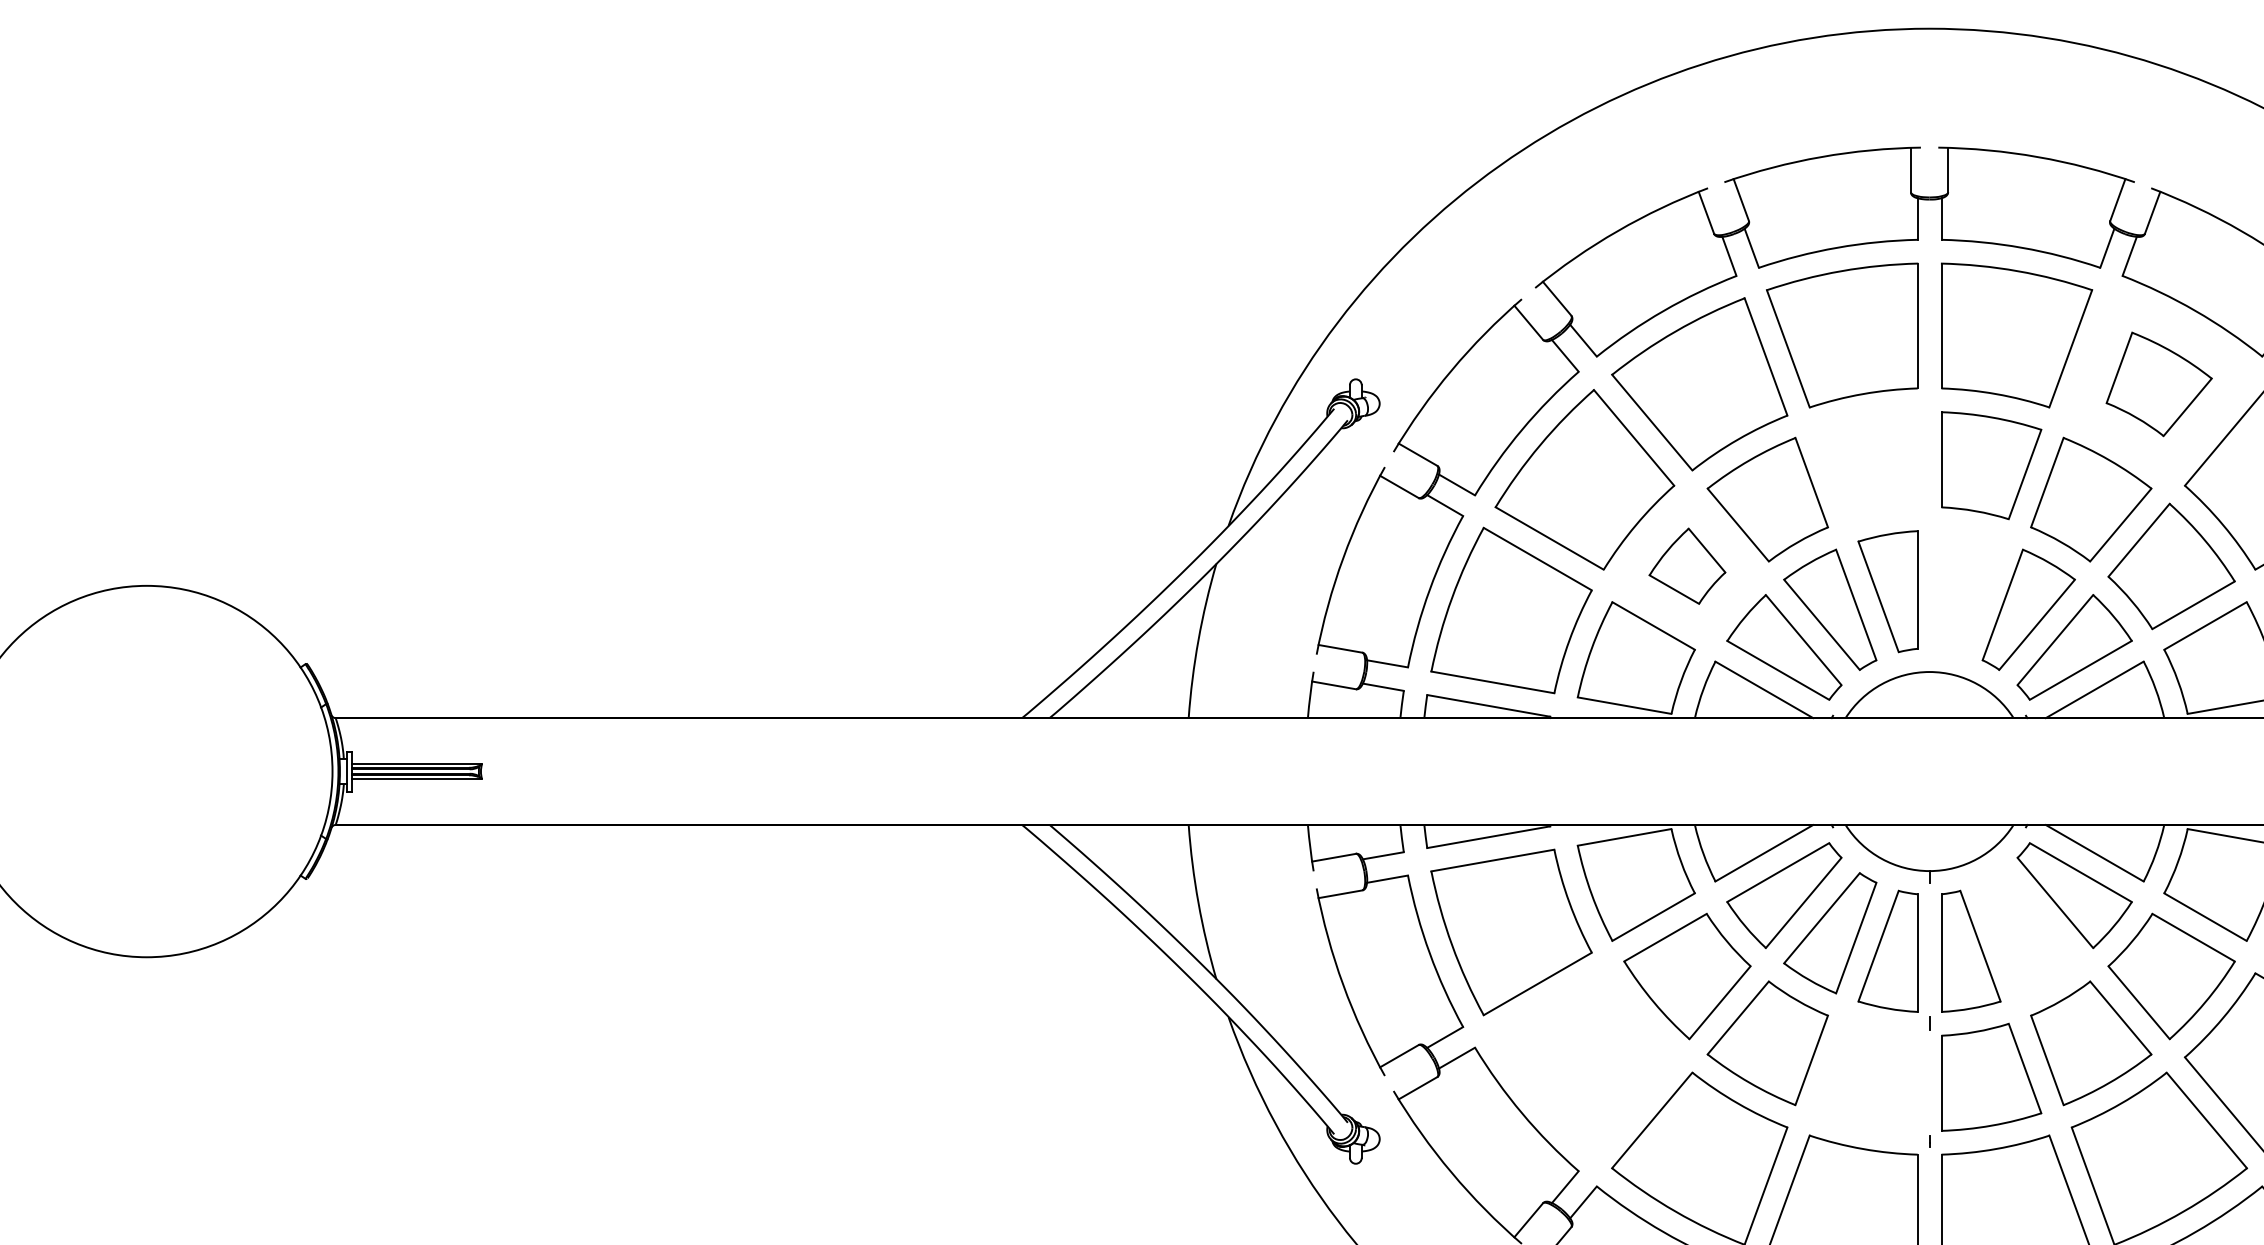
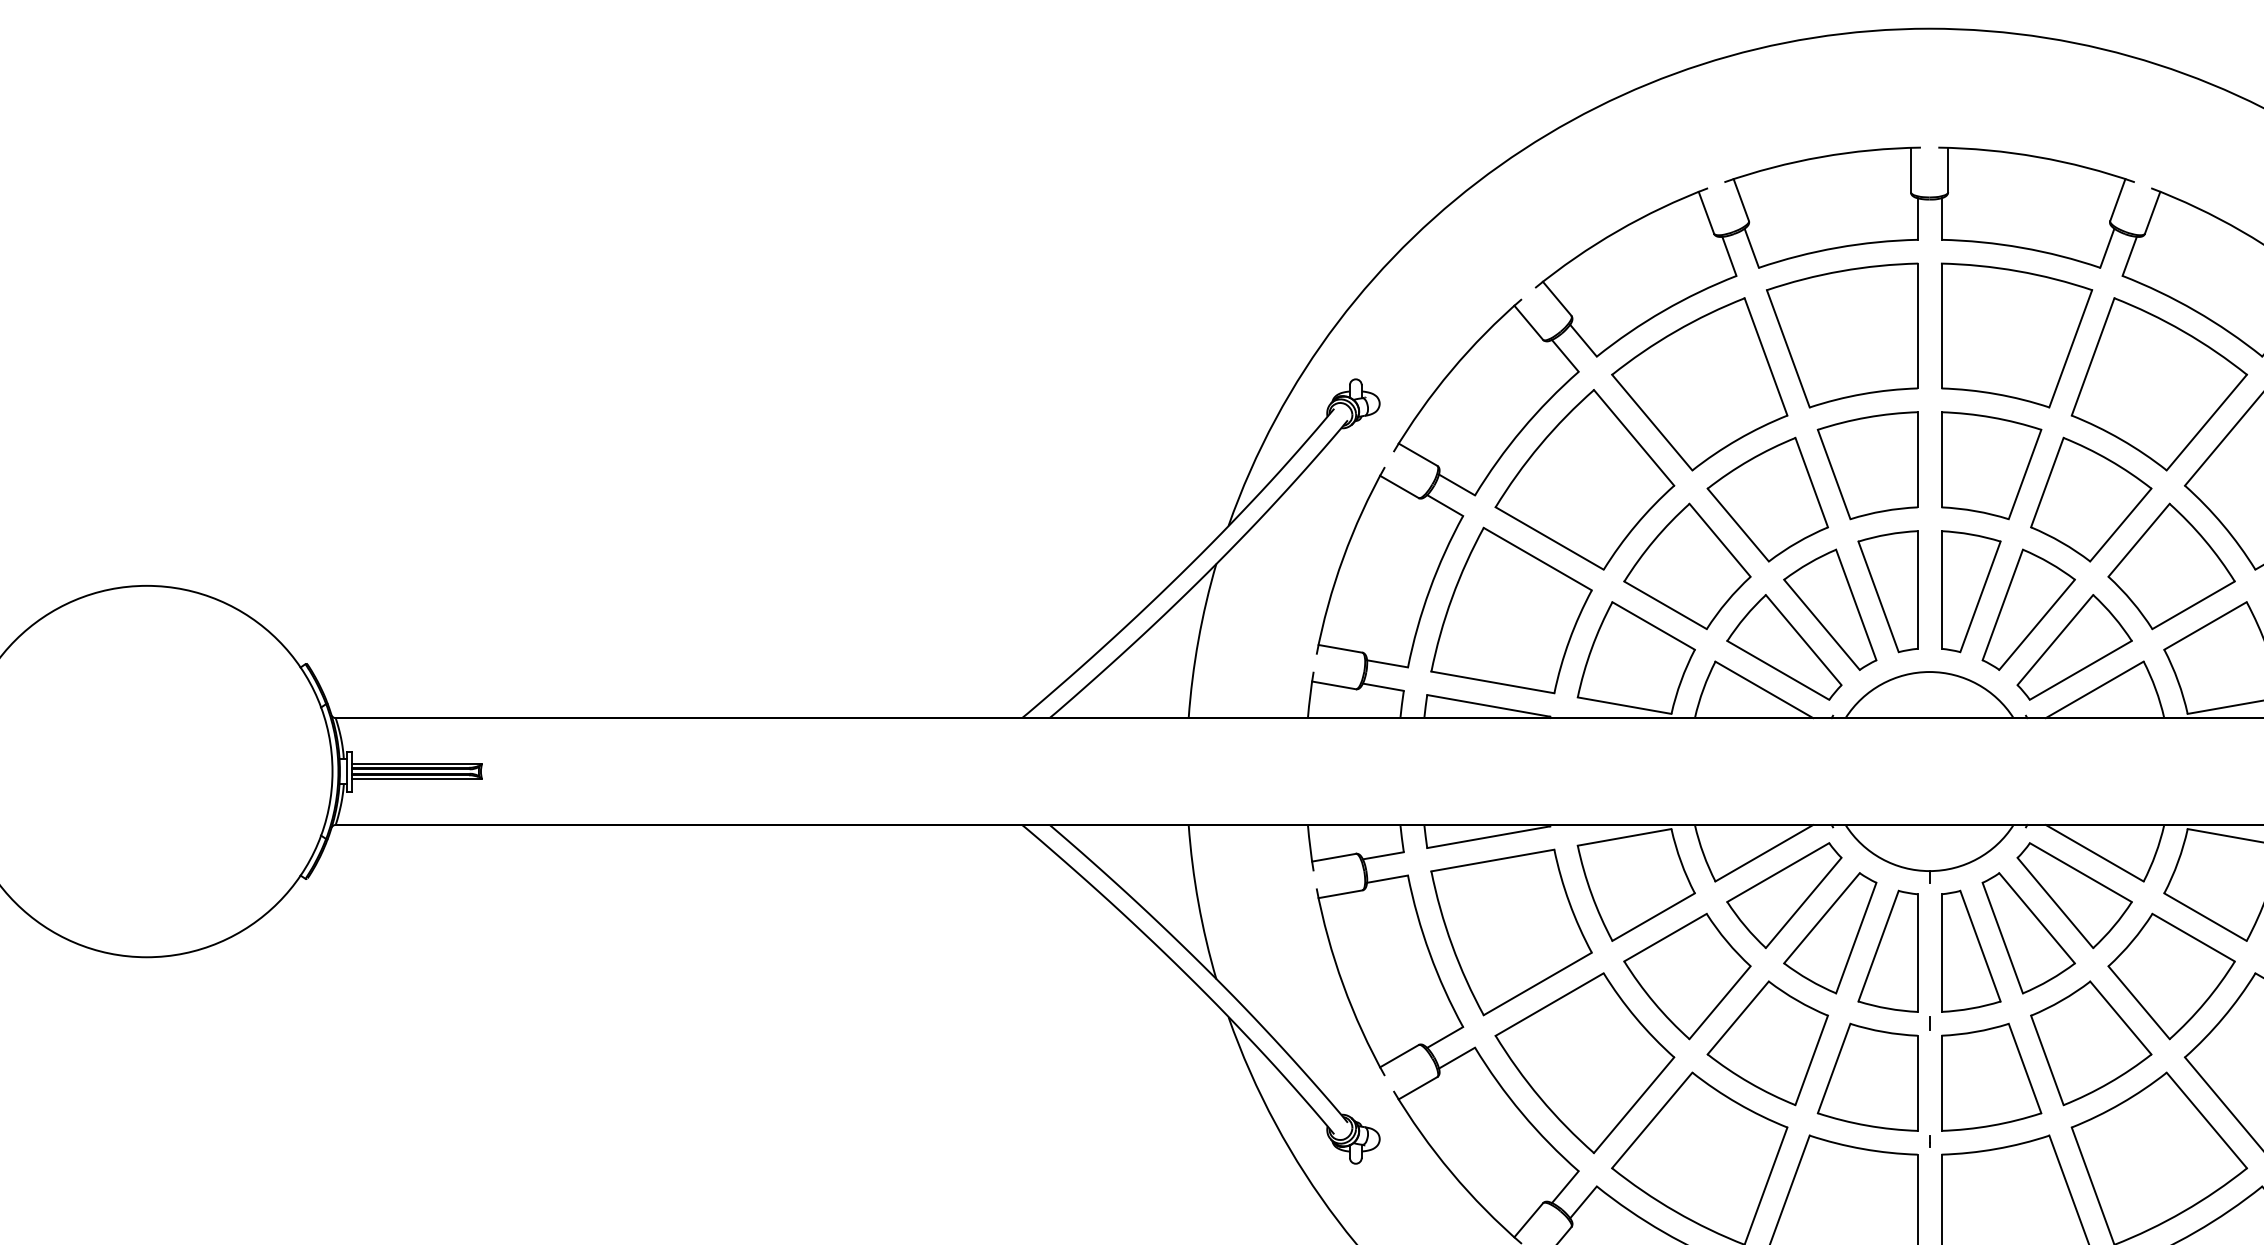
part at (2158, 384) size: 108x107 px -> 178x175 px
part at (1867, 465): none -> present
part at (1687, 565) size: 79x78 px -> 129x128 px
part at (1971, 591): none -> present
part at (2028, 933): none -> present
part at (1584, 1063): none -> present
part at (1867, 1076): none -> present
